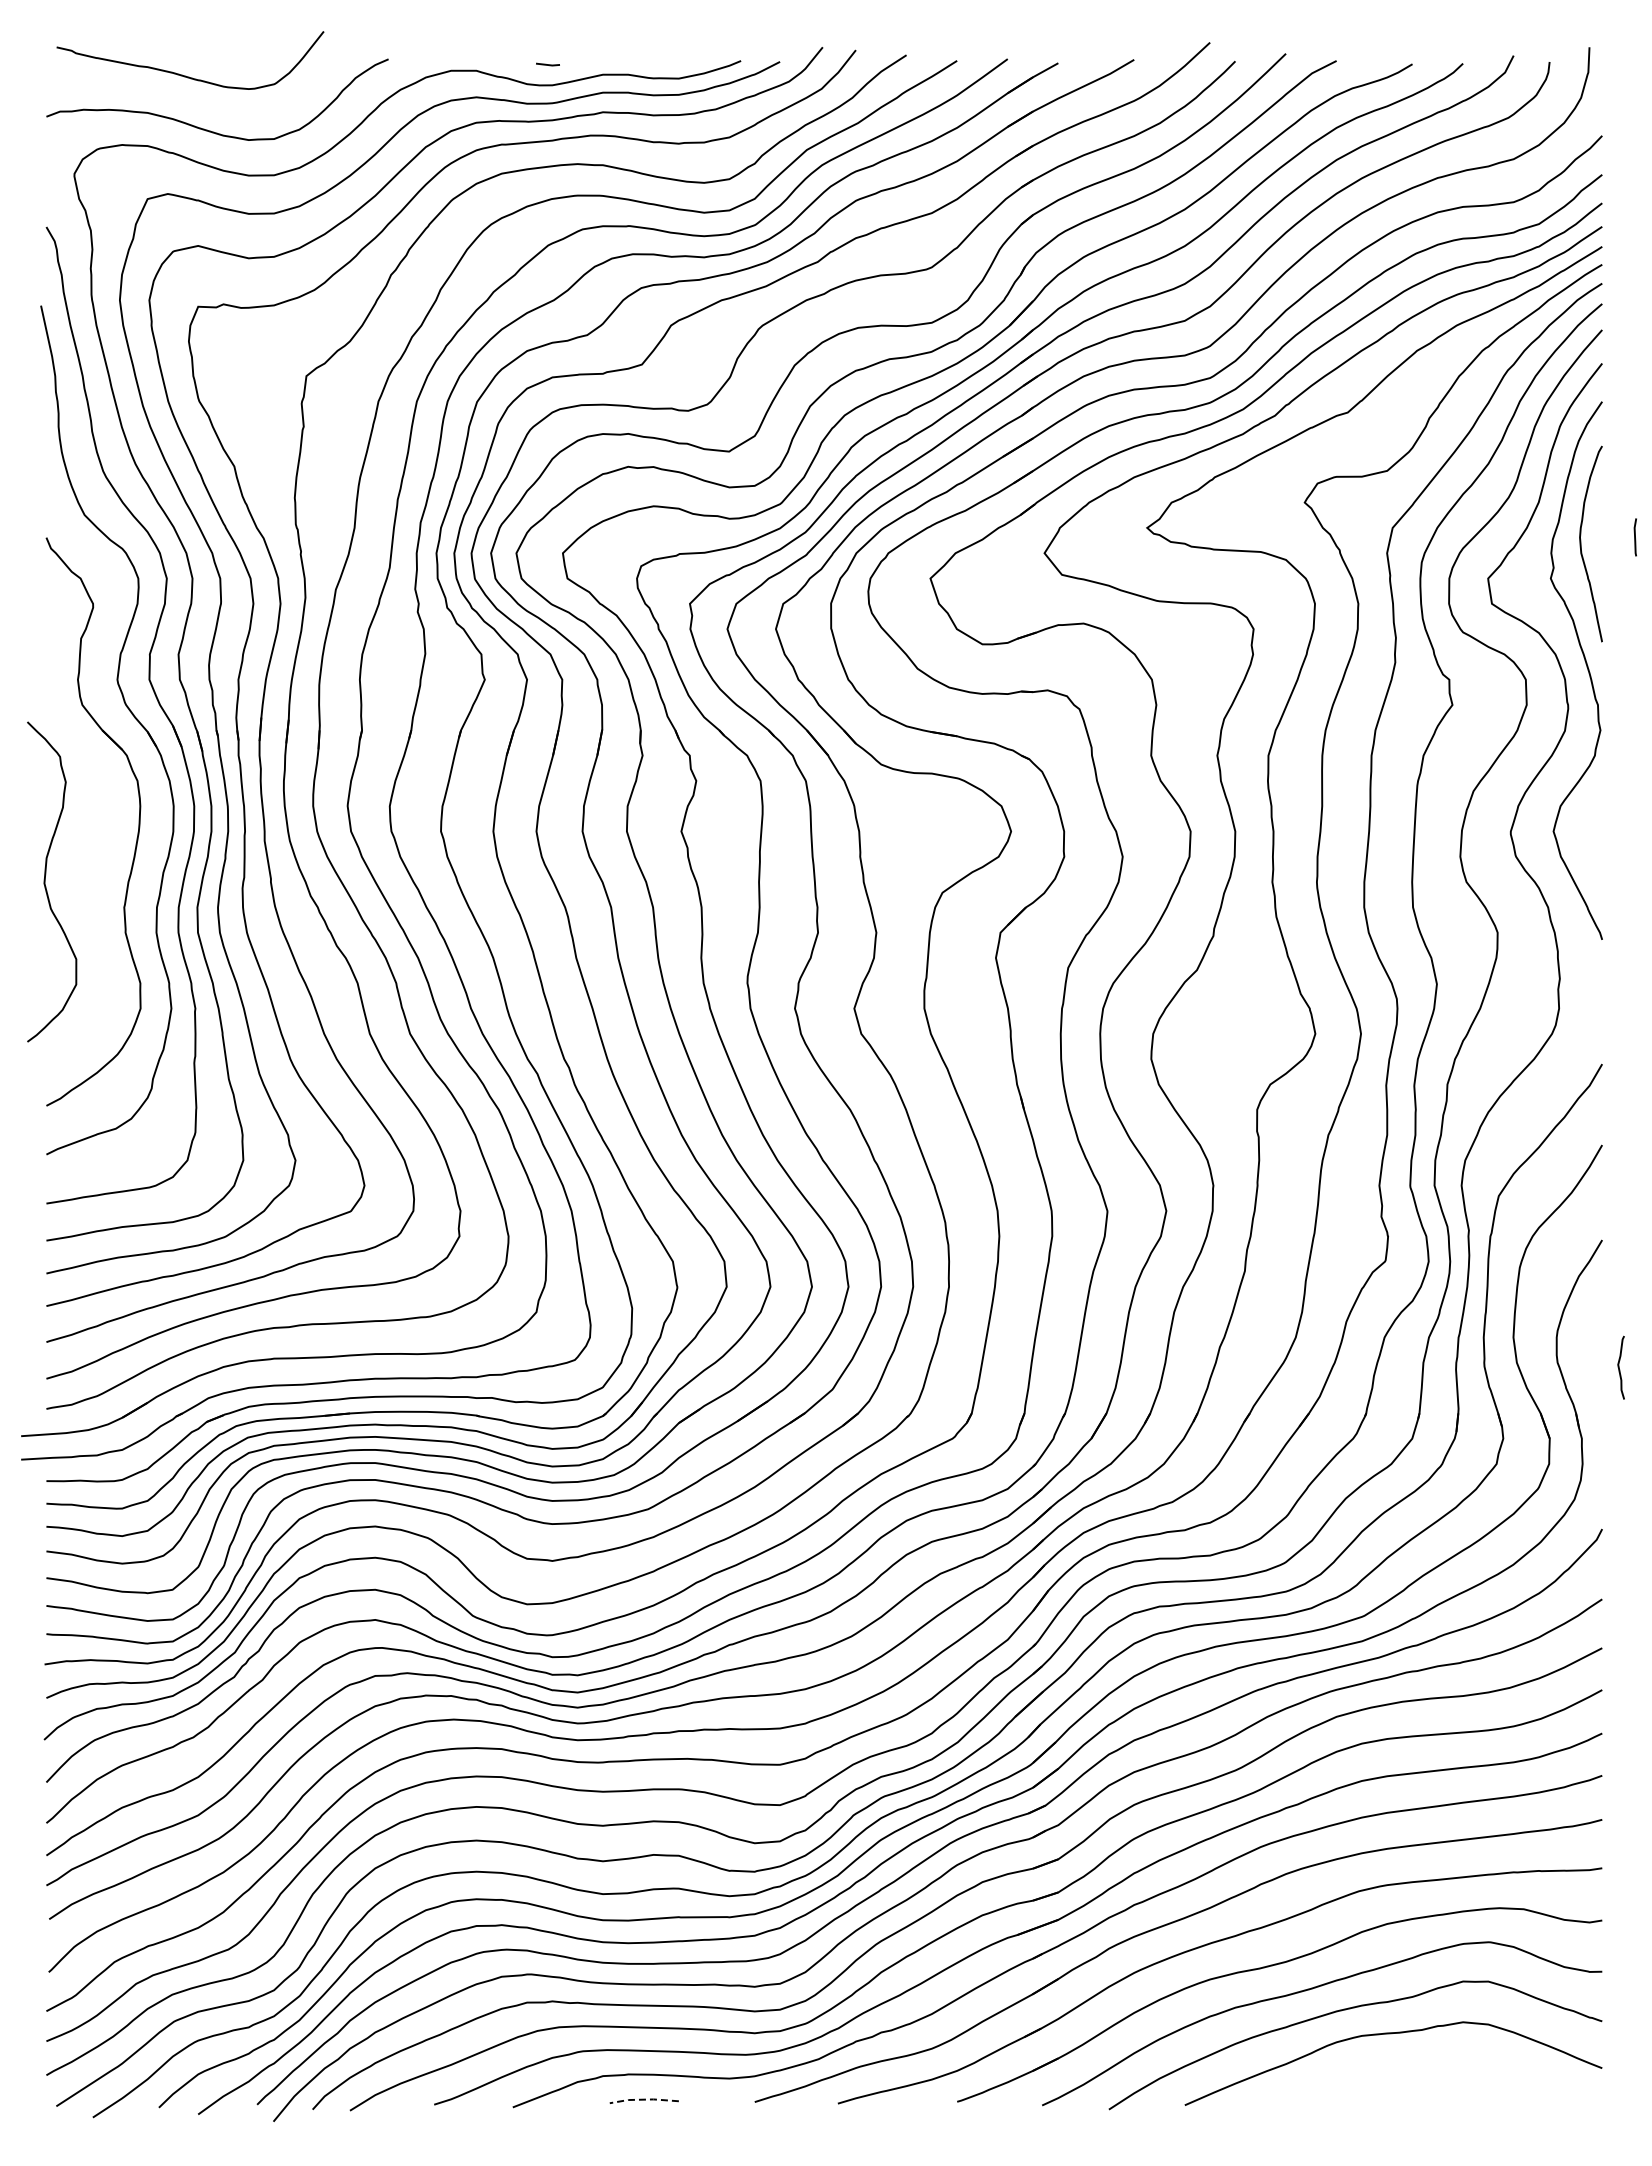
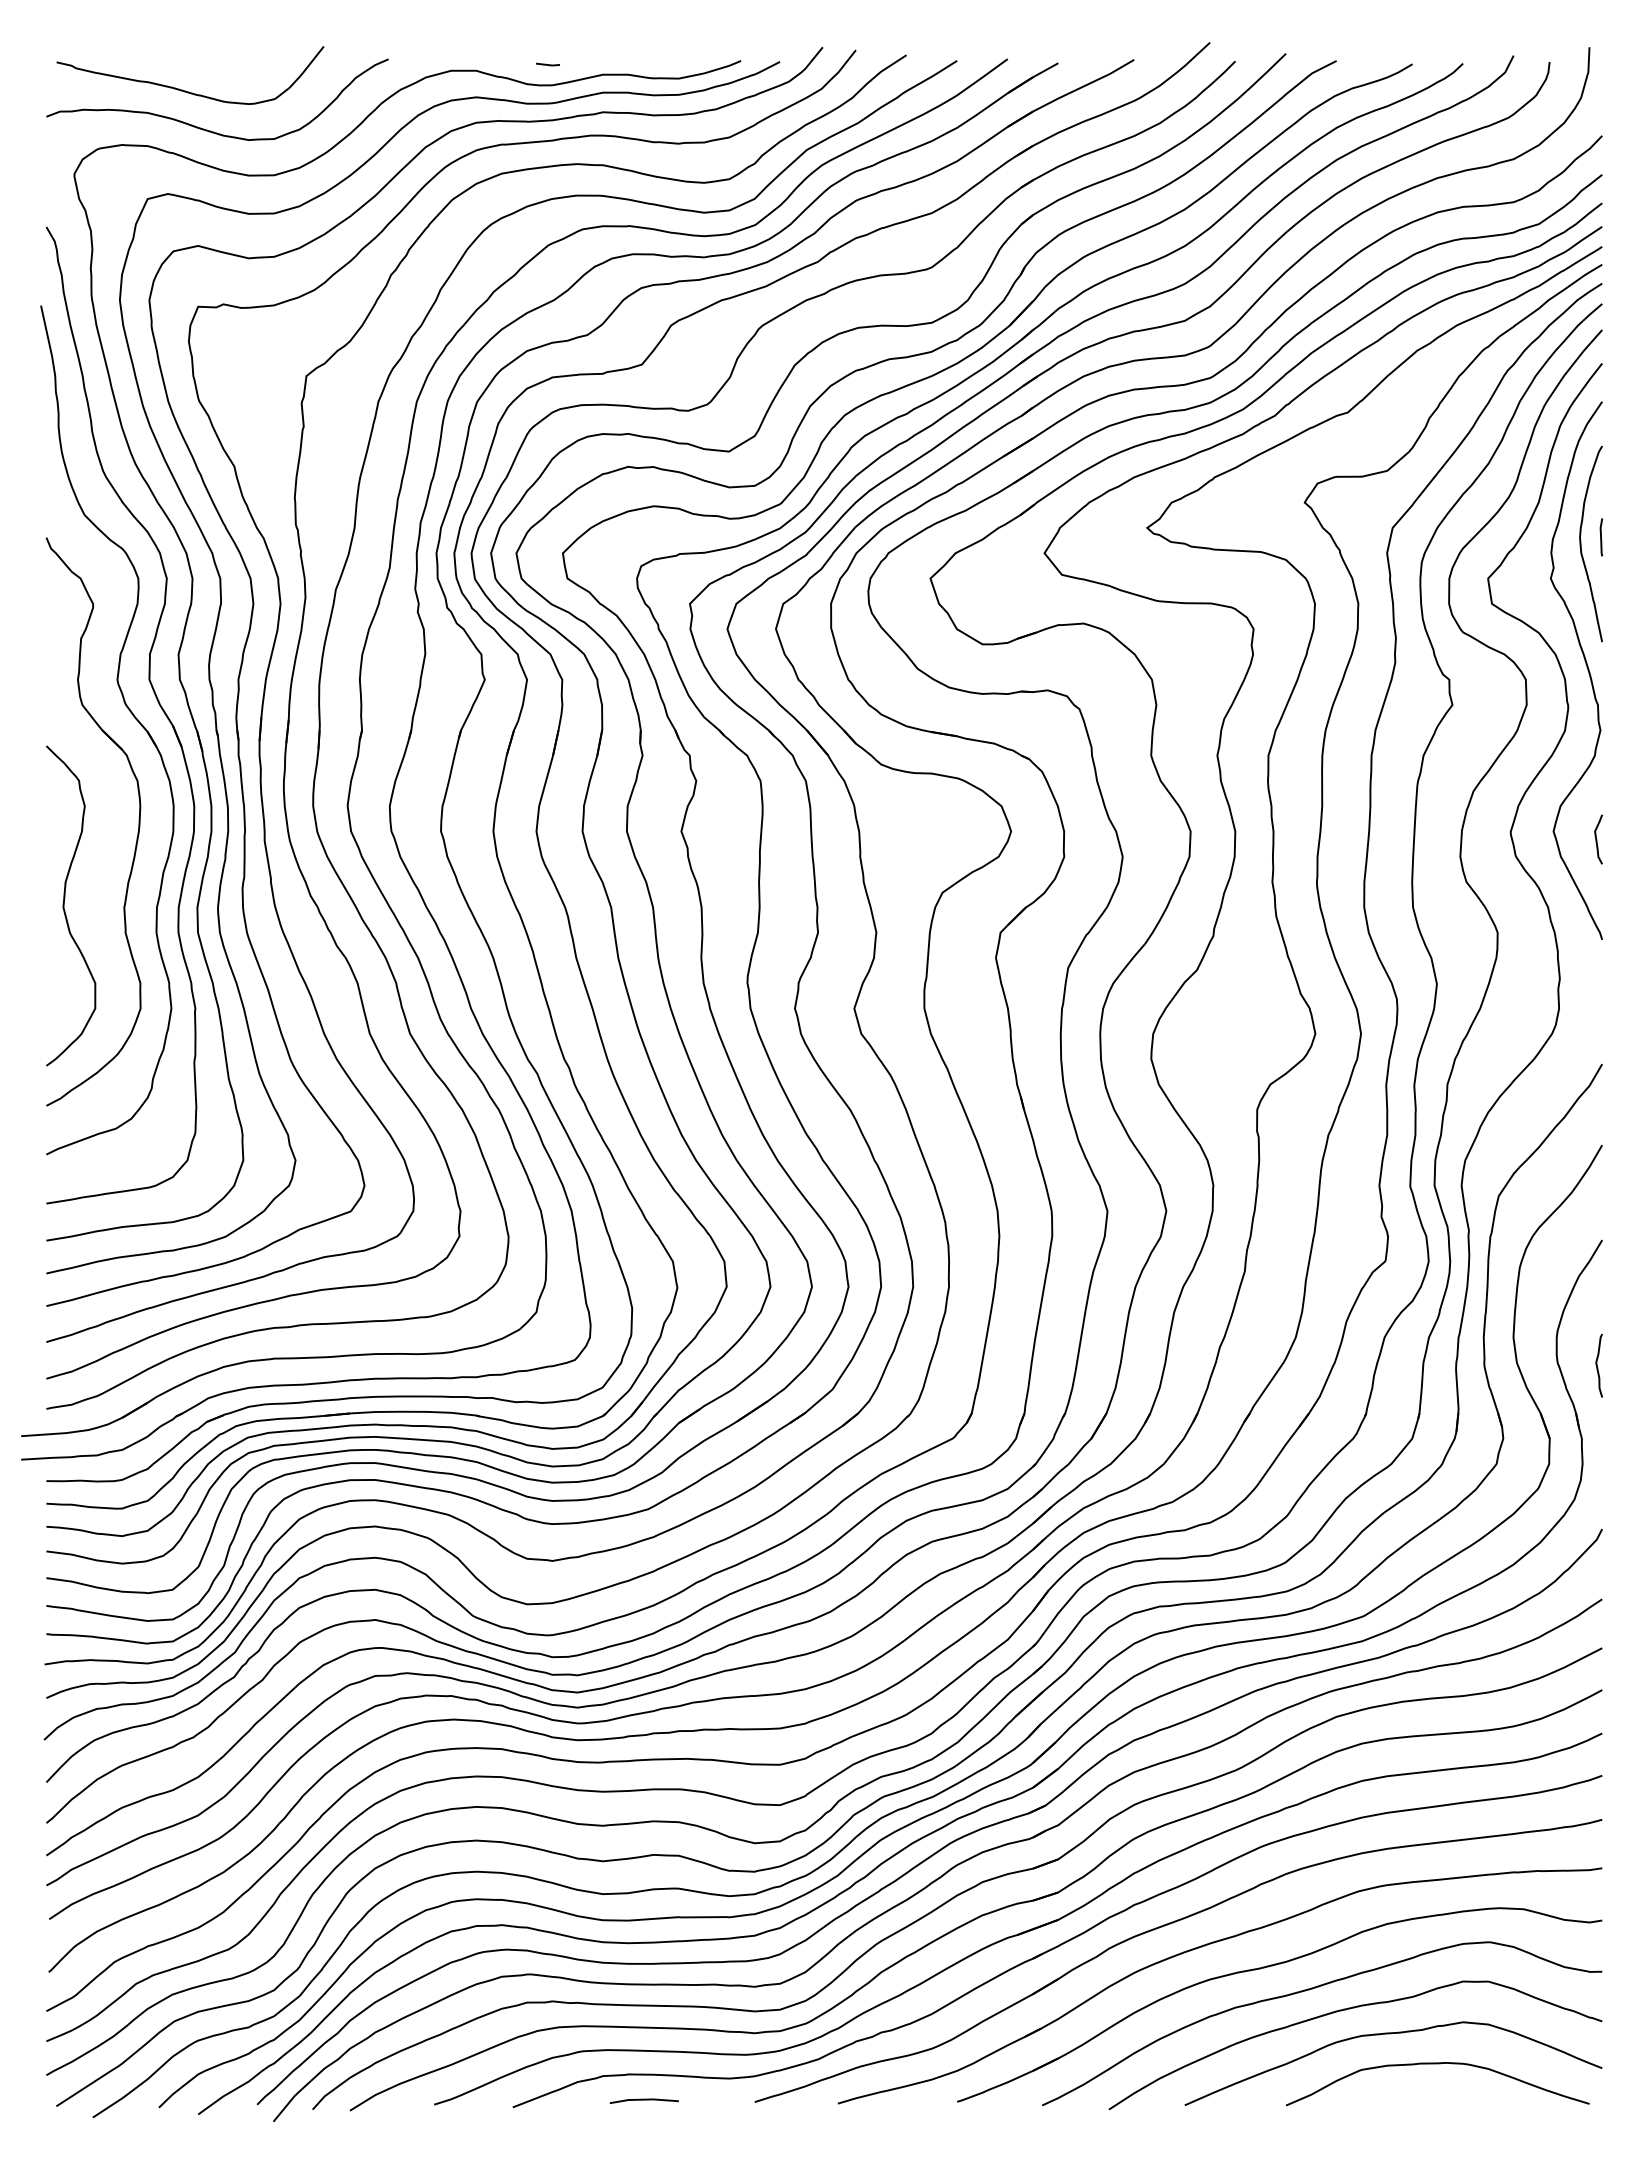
curve at (185, 75) position: (185, 75) -> (185, 90)
line at (1634, 537) position: (1634, 537) -> (1600, 537)
curve at (1597, 839): none -> present
curve at (45, 881) position: (45, 881) -> (64, 905)
curve at (1619, 1367) position: (1619, 1367) -> (1597, 1365)
curve at (1437, 2064): none -> present
line at (643, 2099): dashed -> solid
